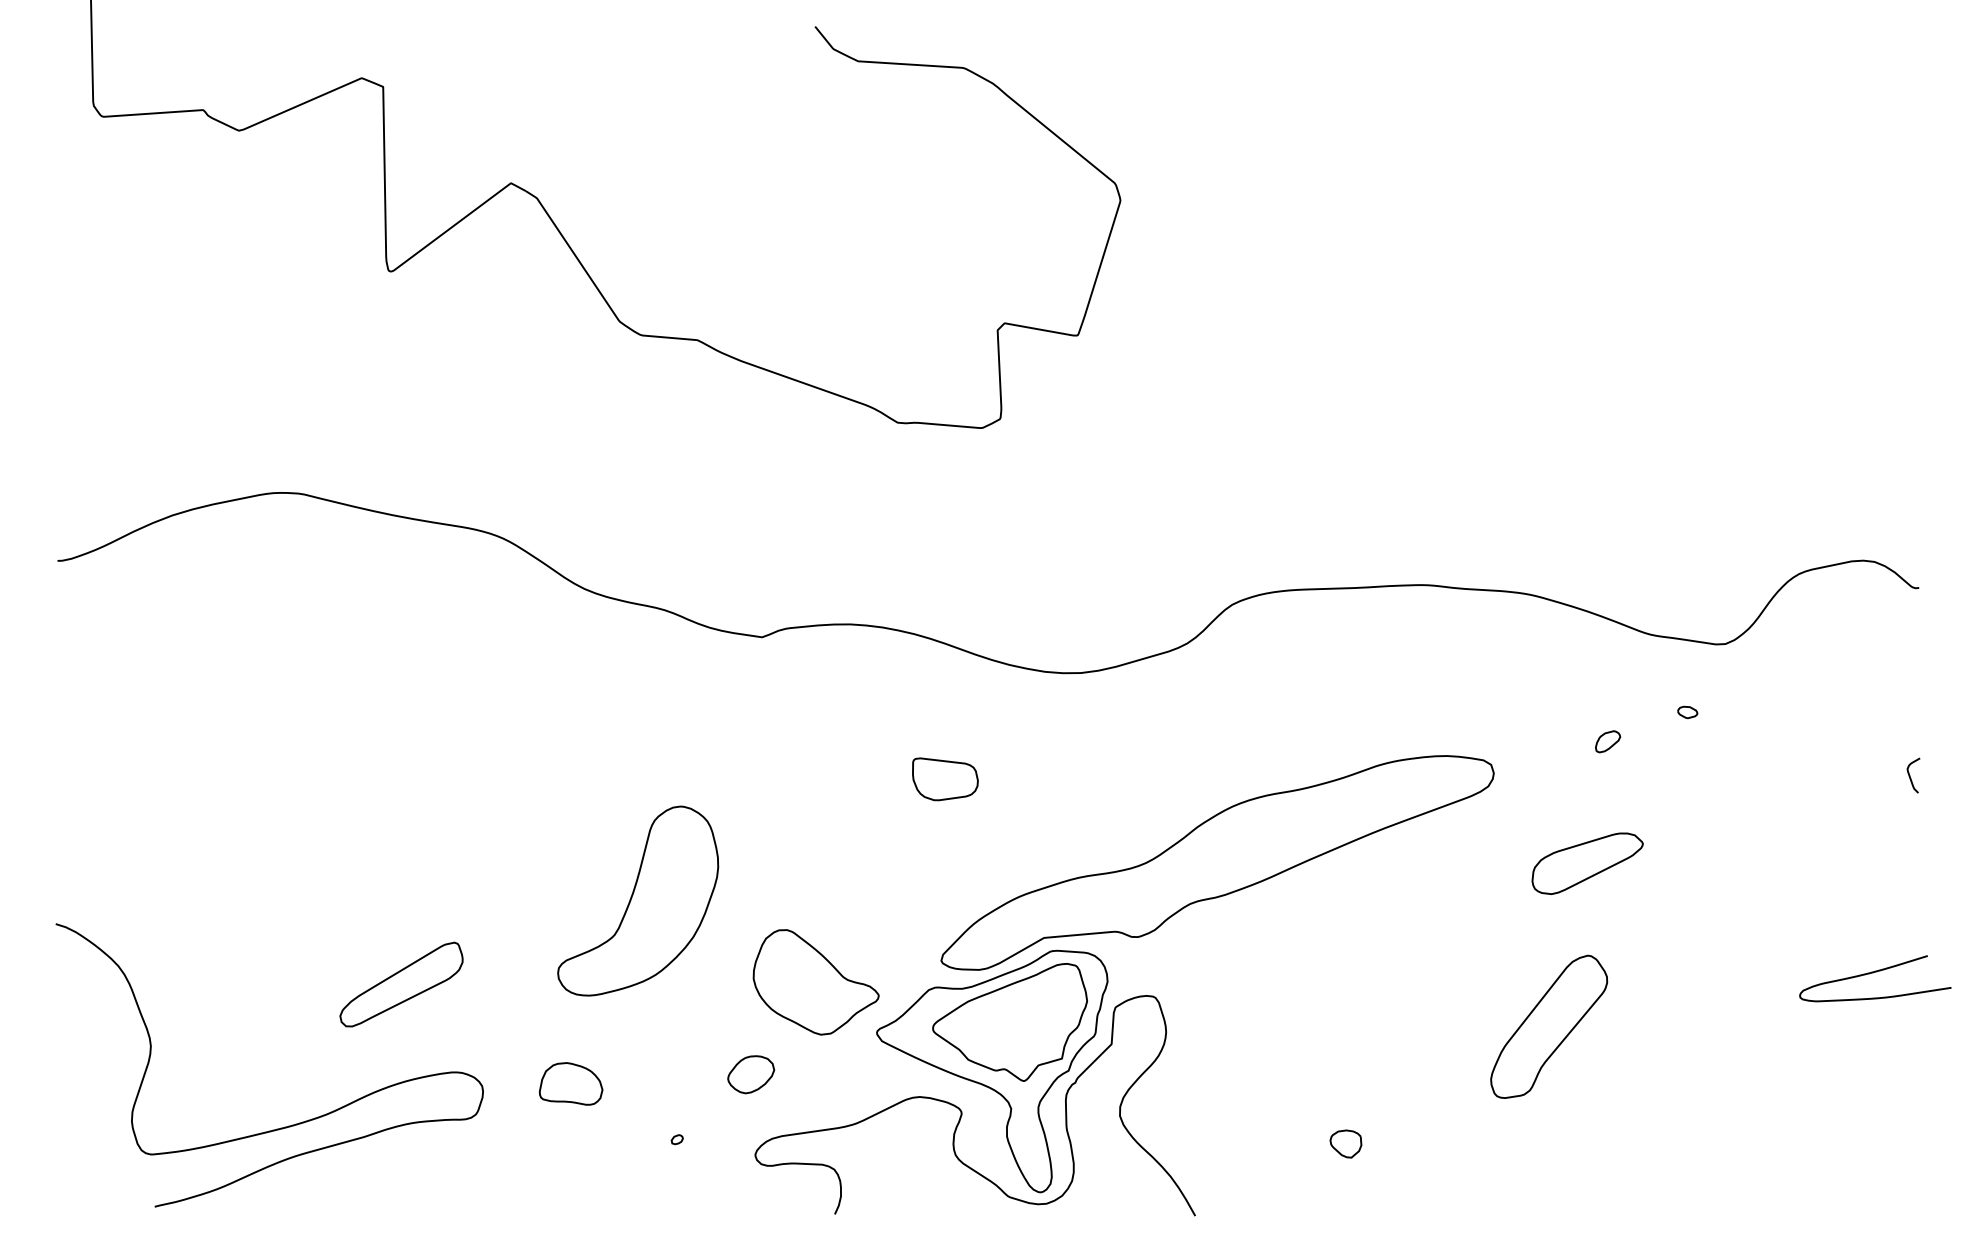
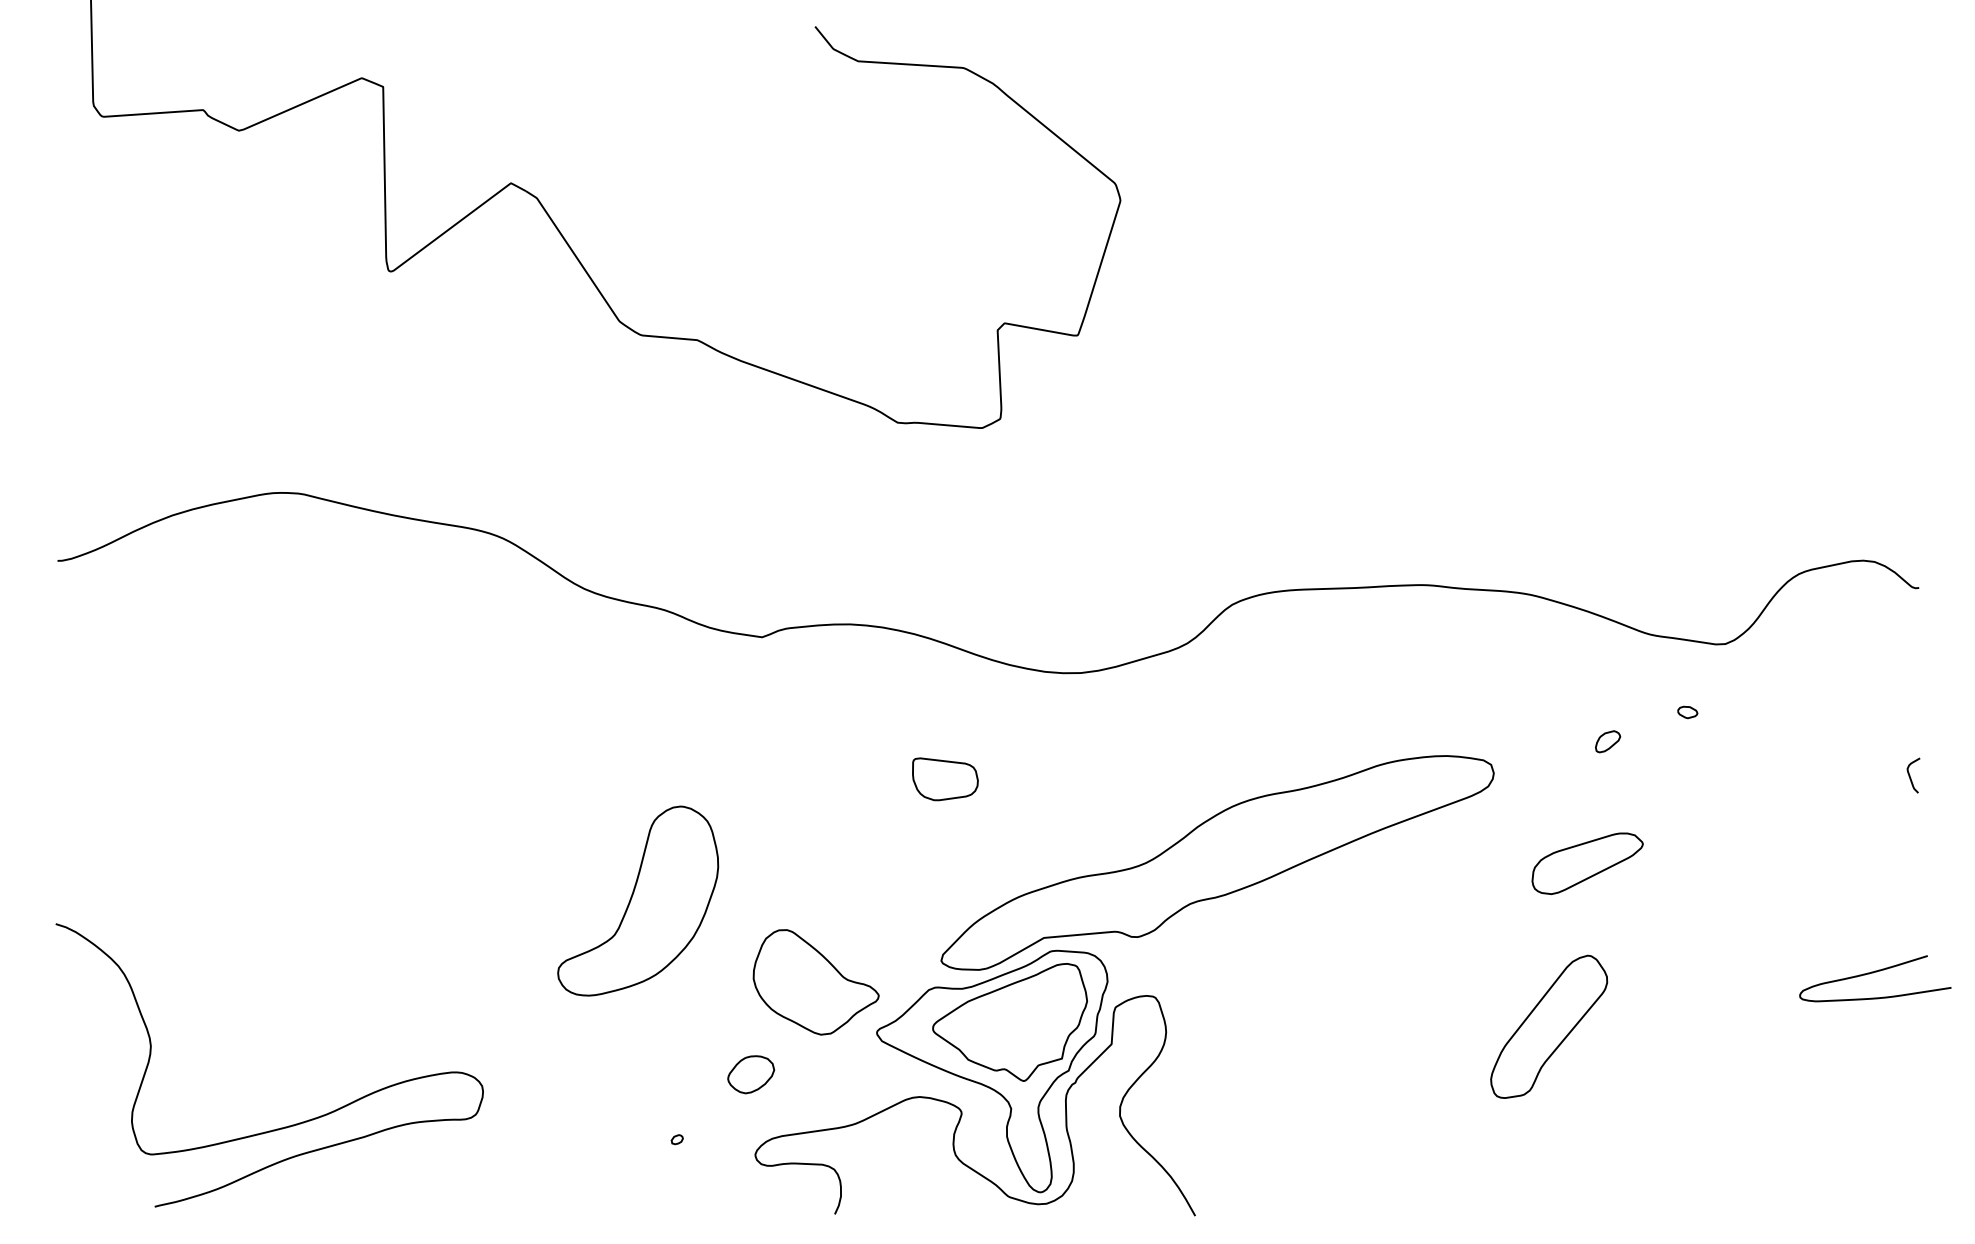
part at (401, 984): present -> none
part at (570, 1083): present -> none
part at (1345, 1143): present -> none
